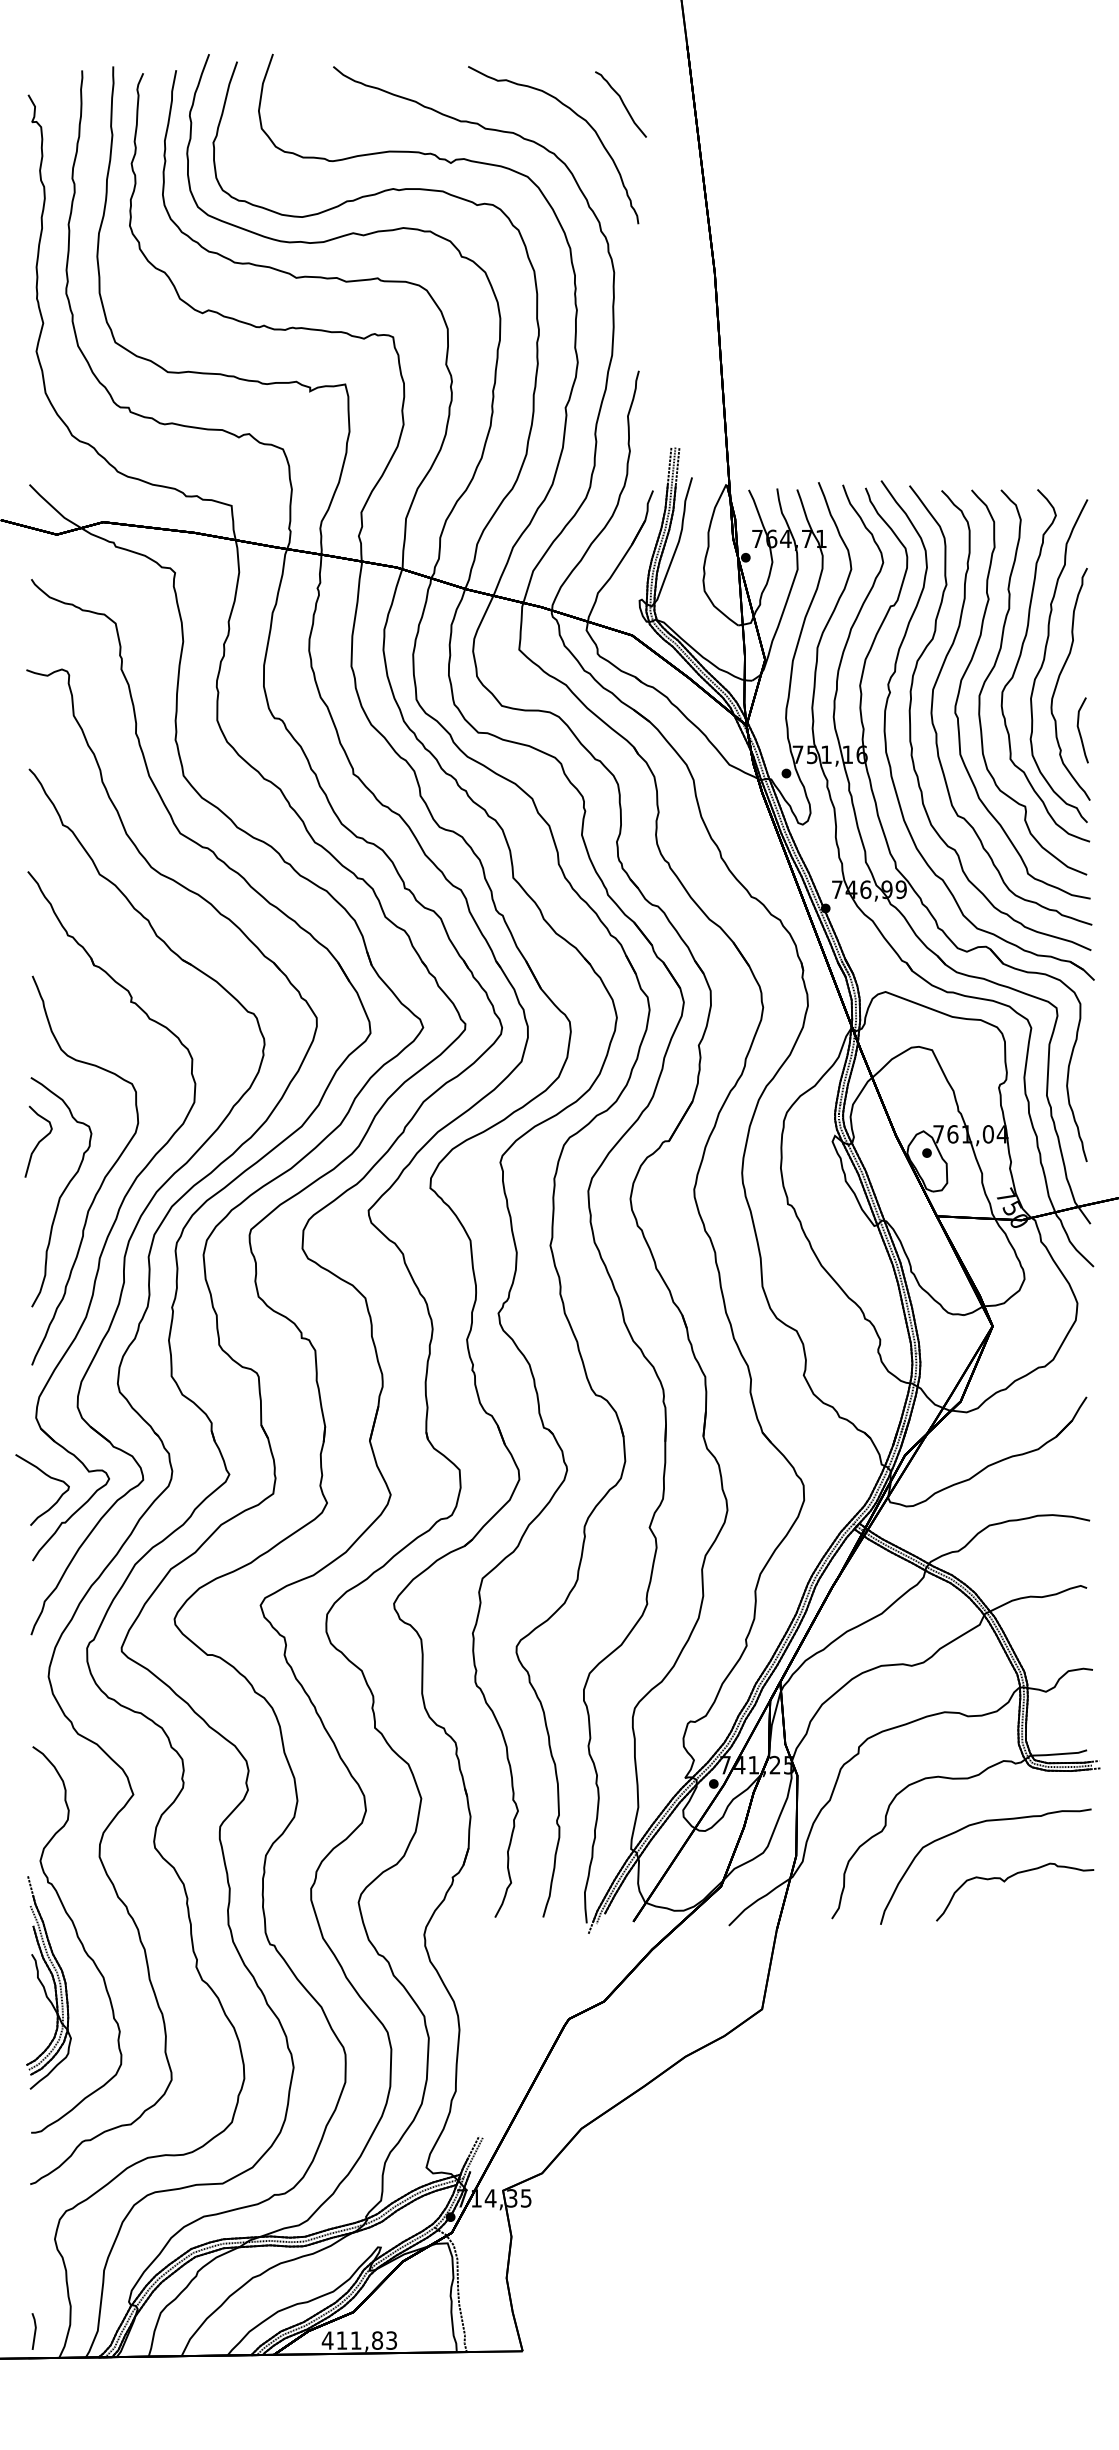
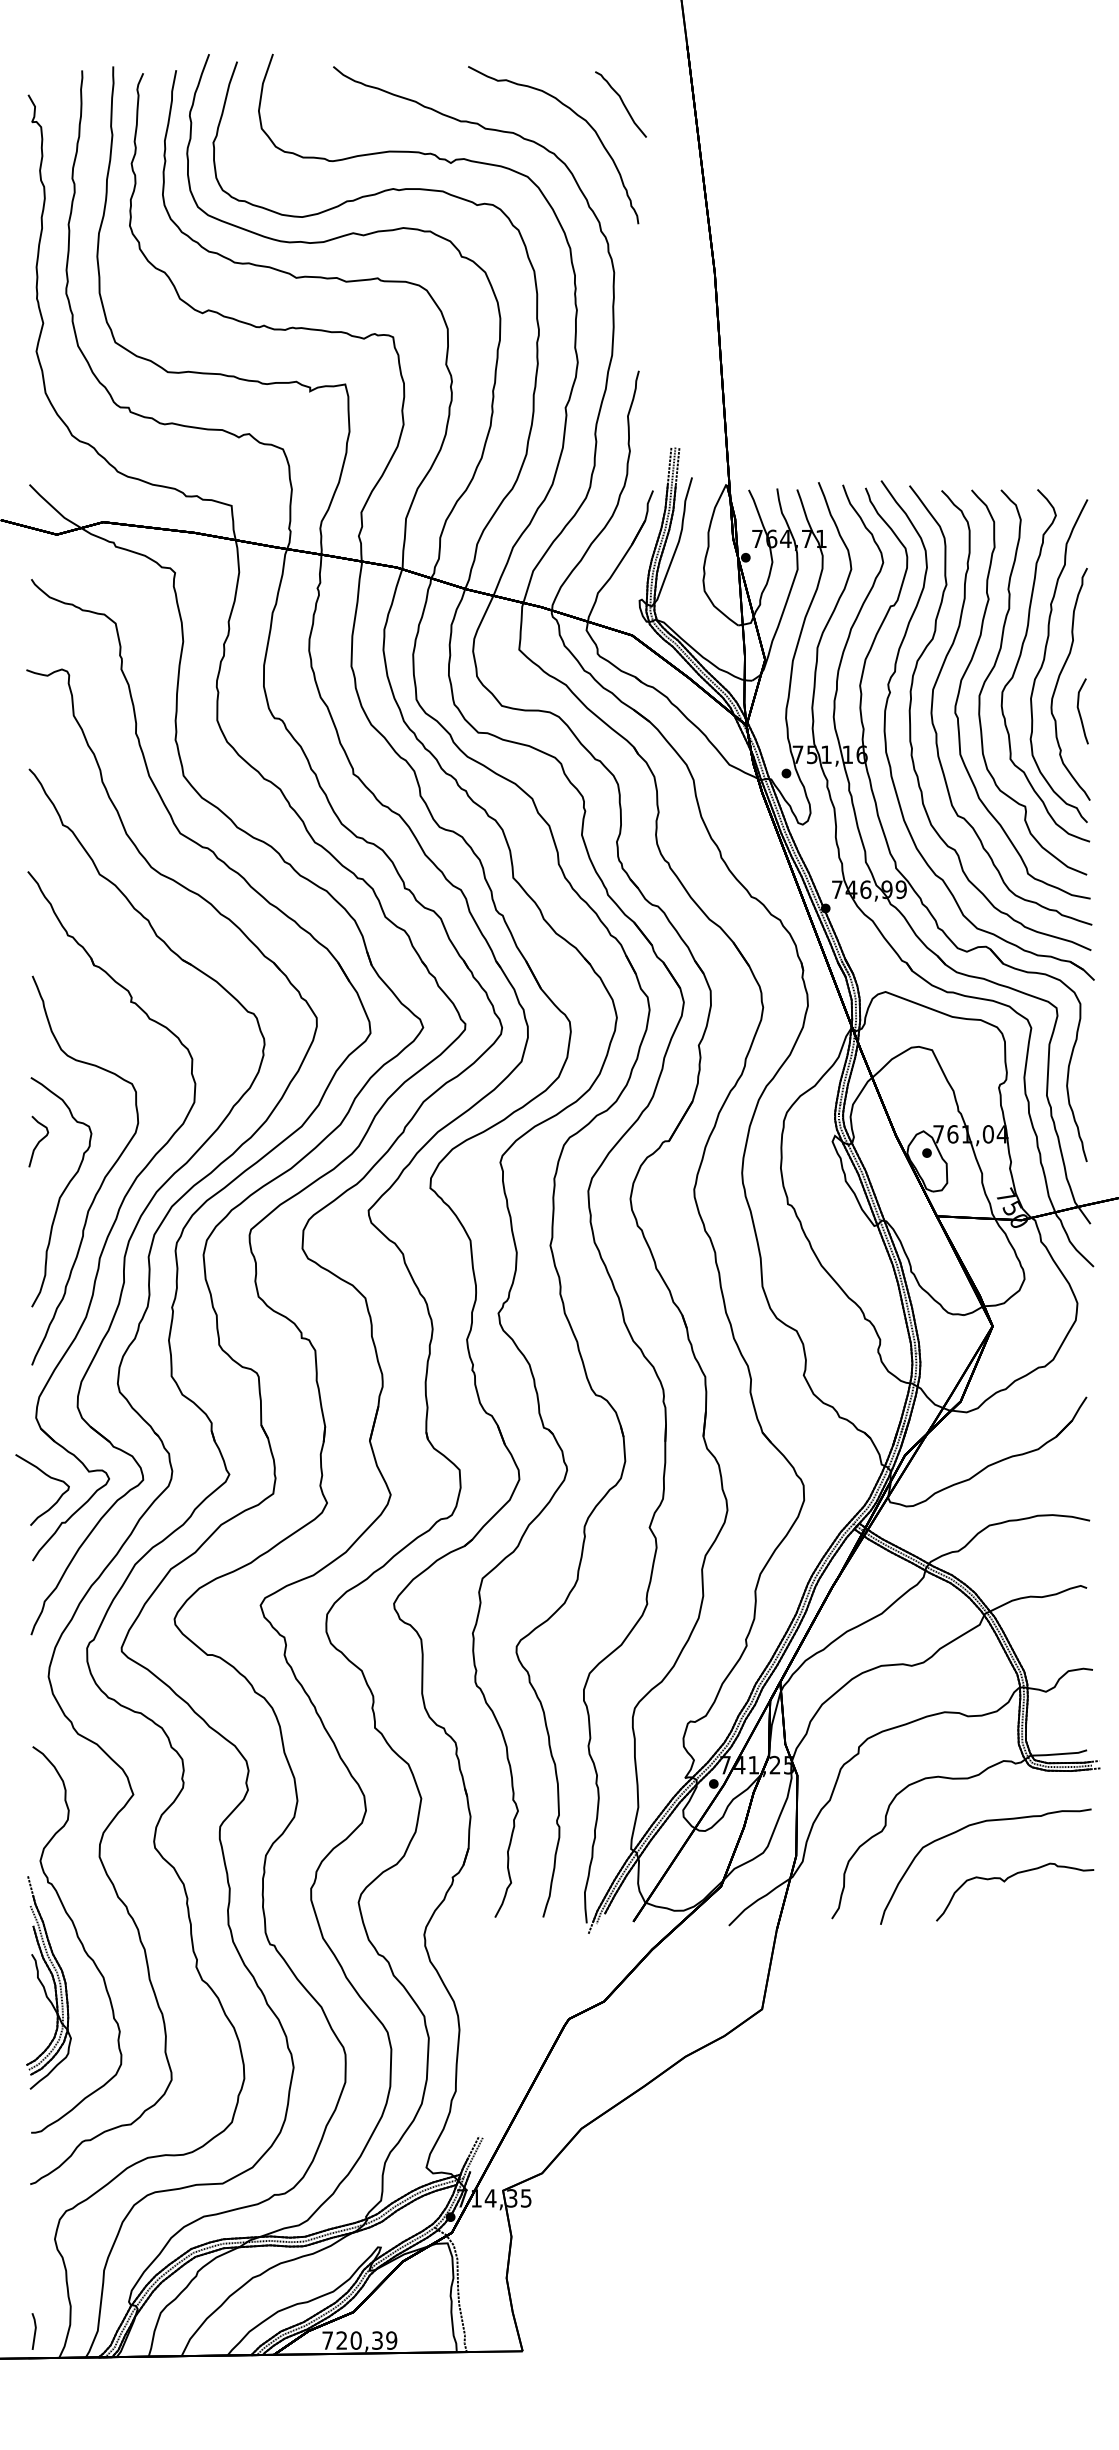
part at (1082, 730) position: (1082, 730) -> (1082, 711)
part at (38, 1141) size: 29x73 px -> 22x53 px
text at (359, 2340): 411,83 -> 720,39
